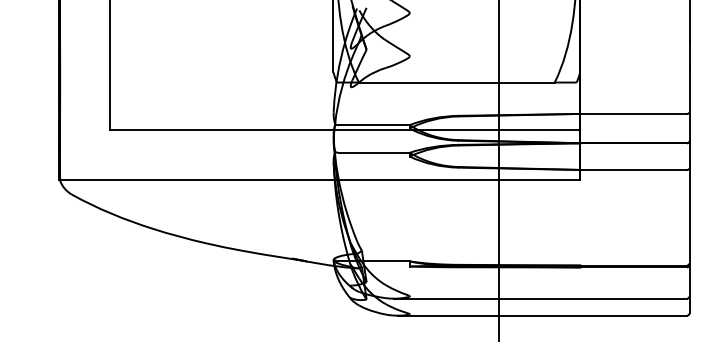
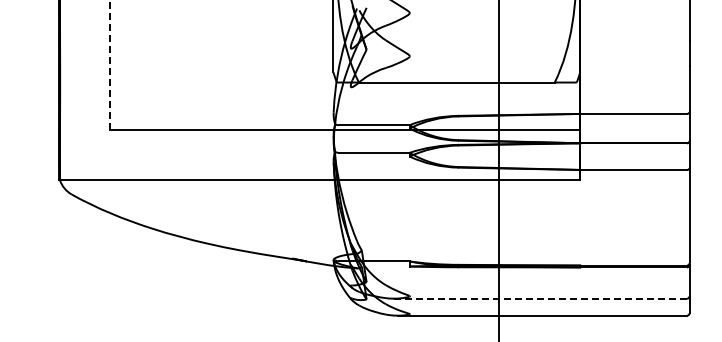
line at (109, 65): solid -> dashed
line at (540, 298): solid -> dashed
